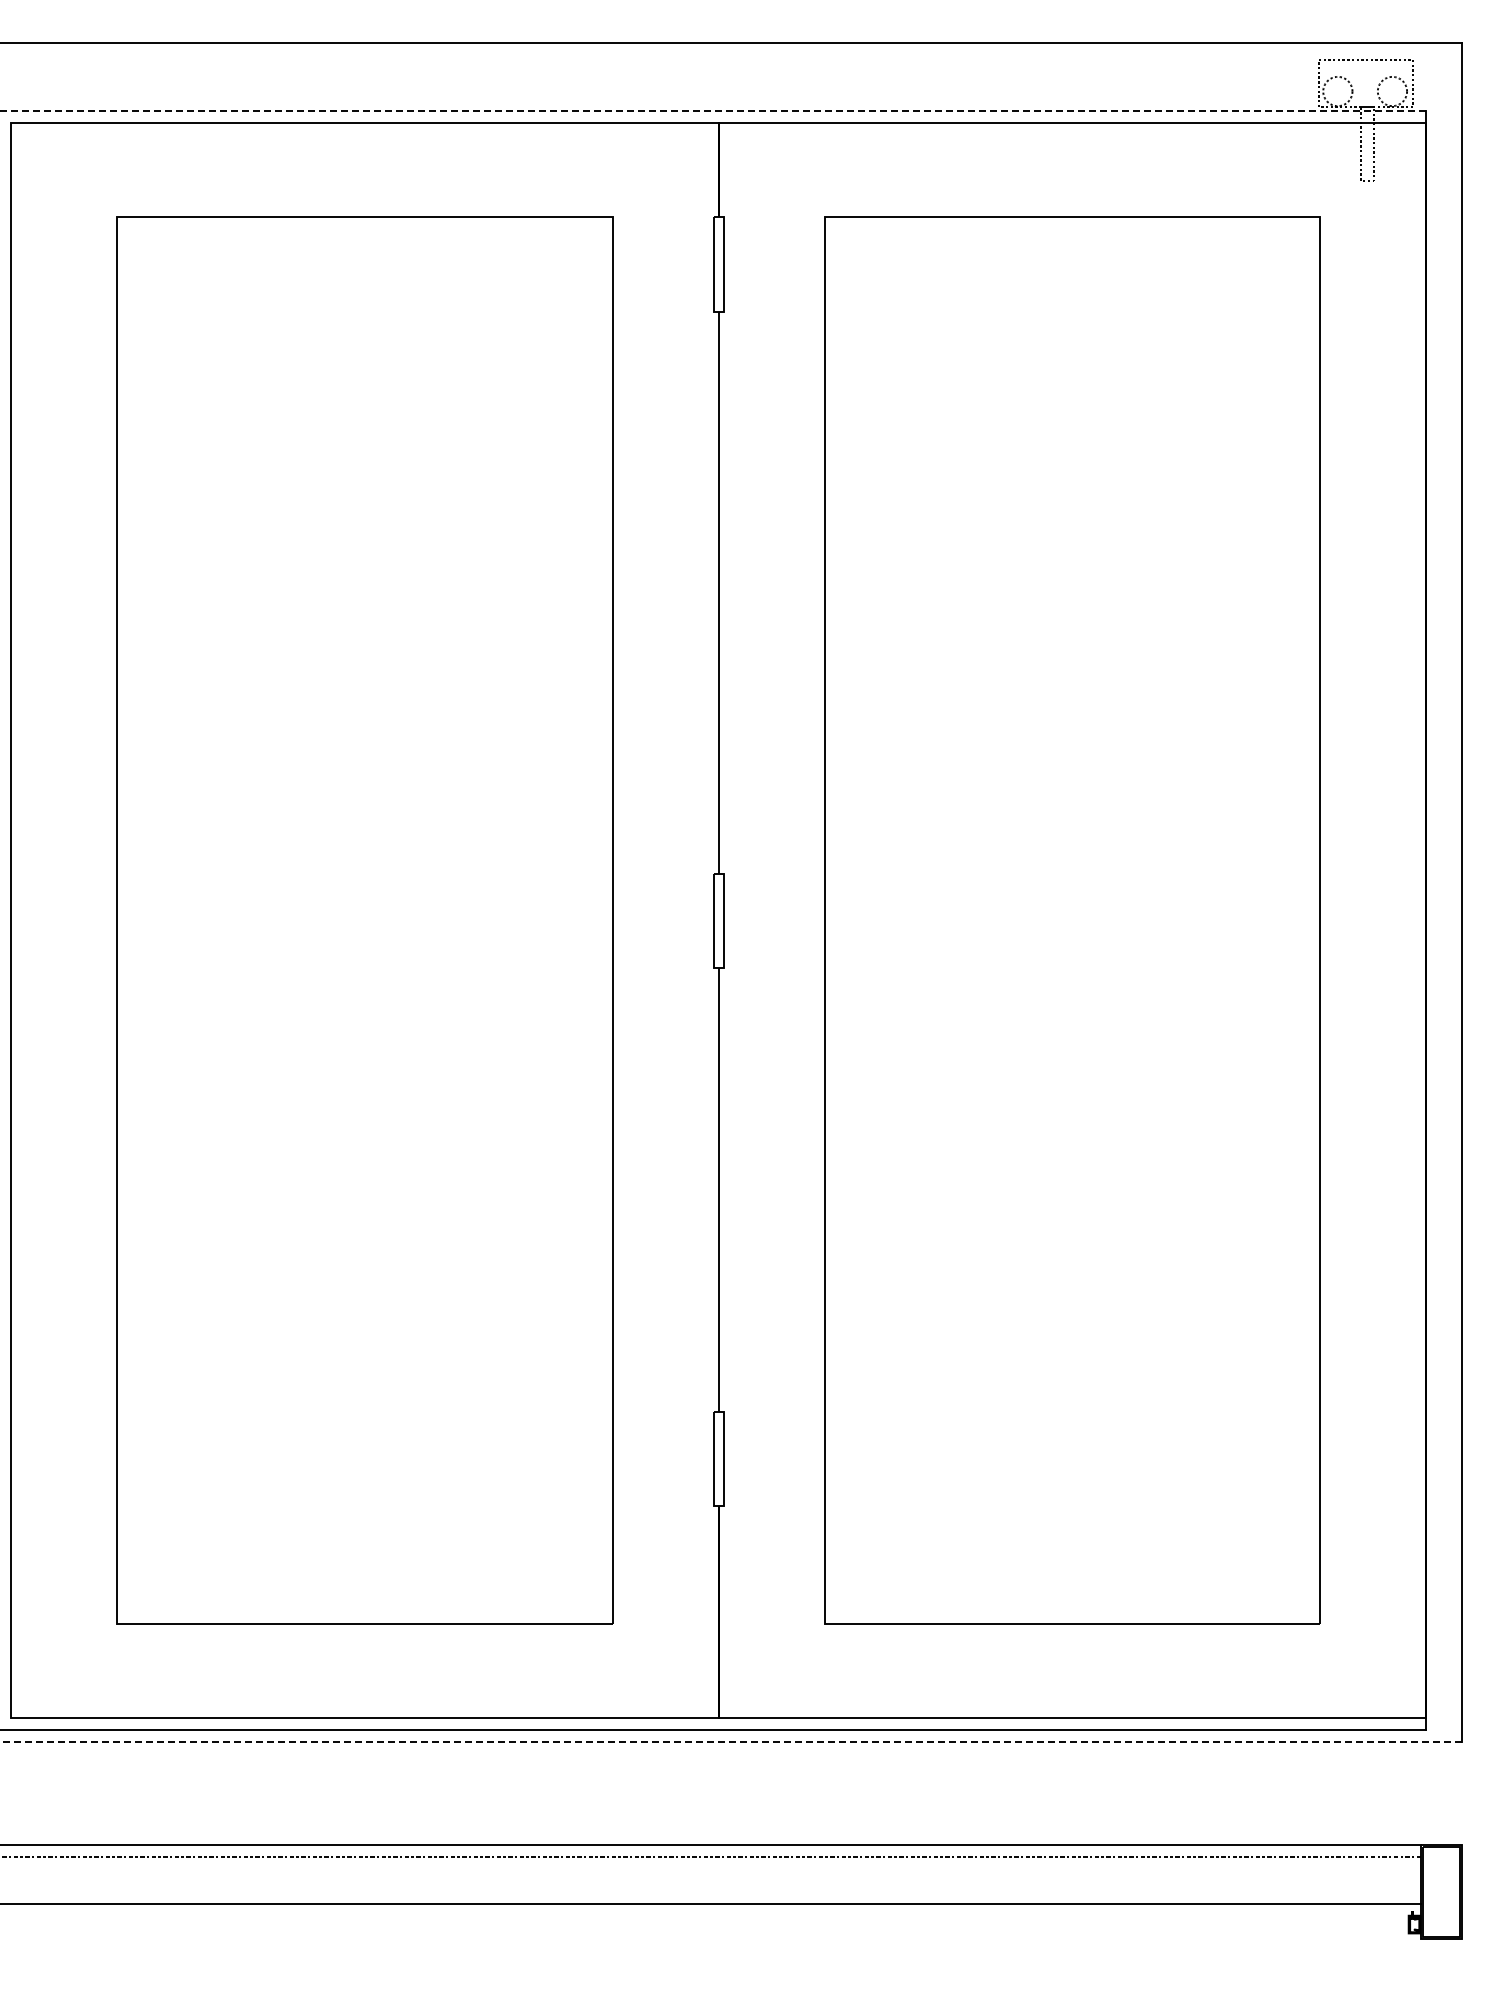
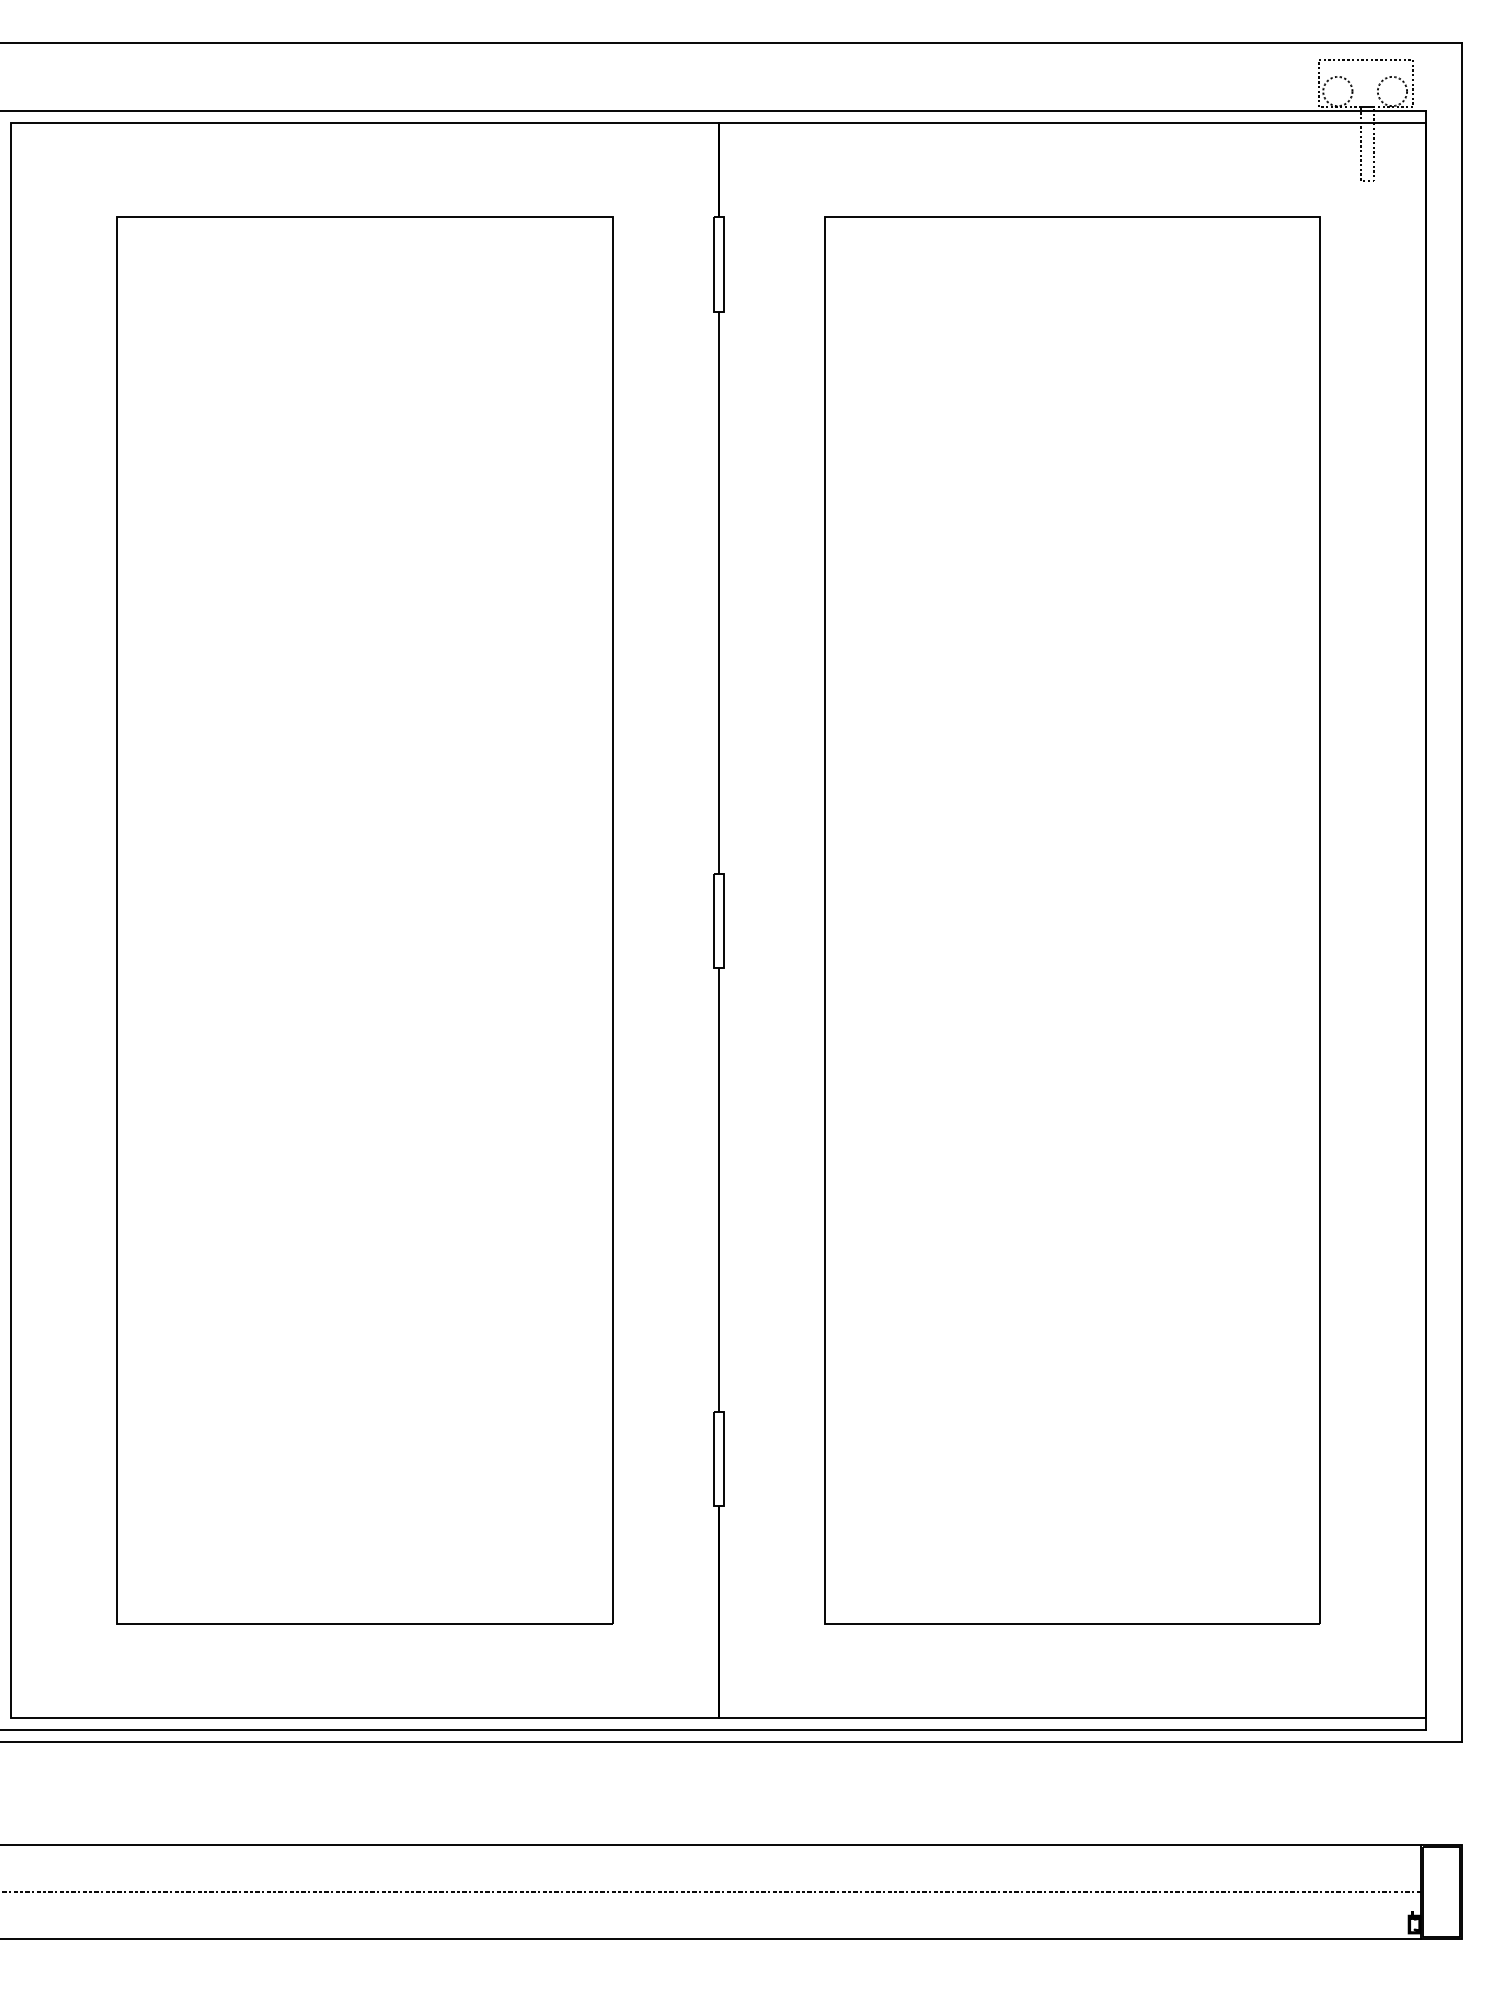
line at (713, 111): dashed -> solid
line at (730, 1741): dashed -> solid
line at (711, 1856) position: (711, 1856) -> (711, 1891)
line at (711, 1904) position: (711, 1904) -> (711, 1939)
